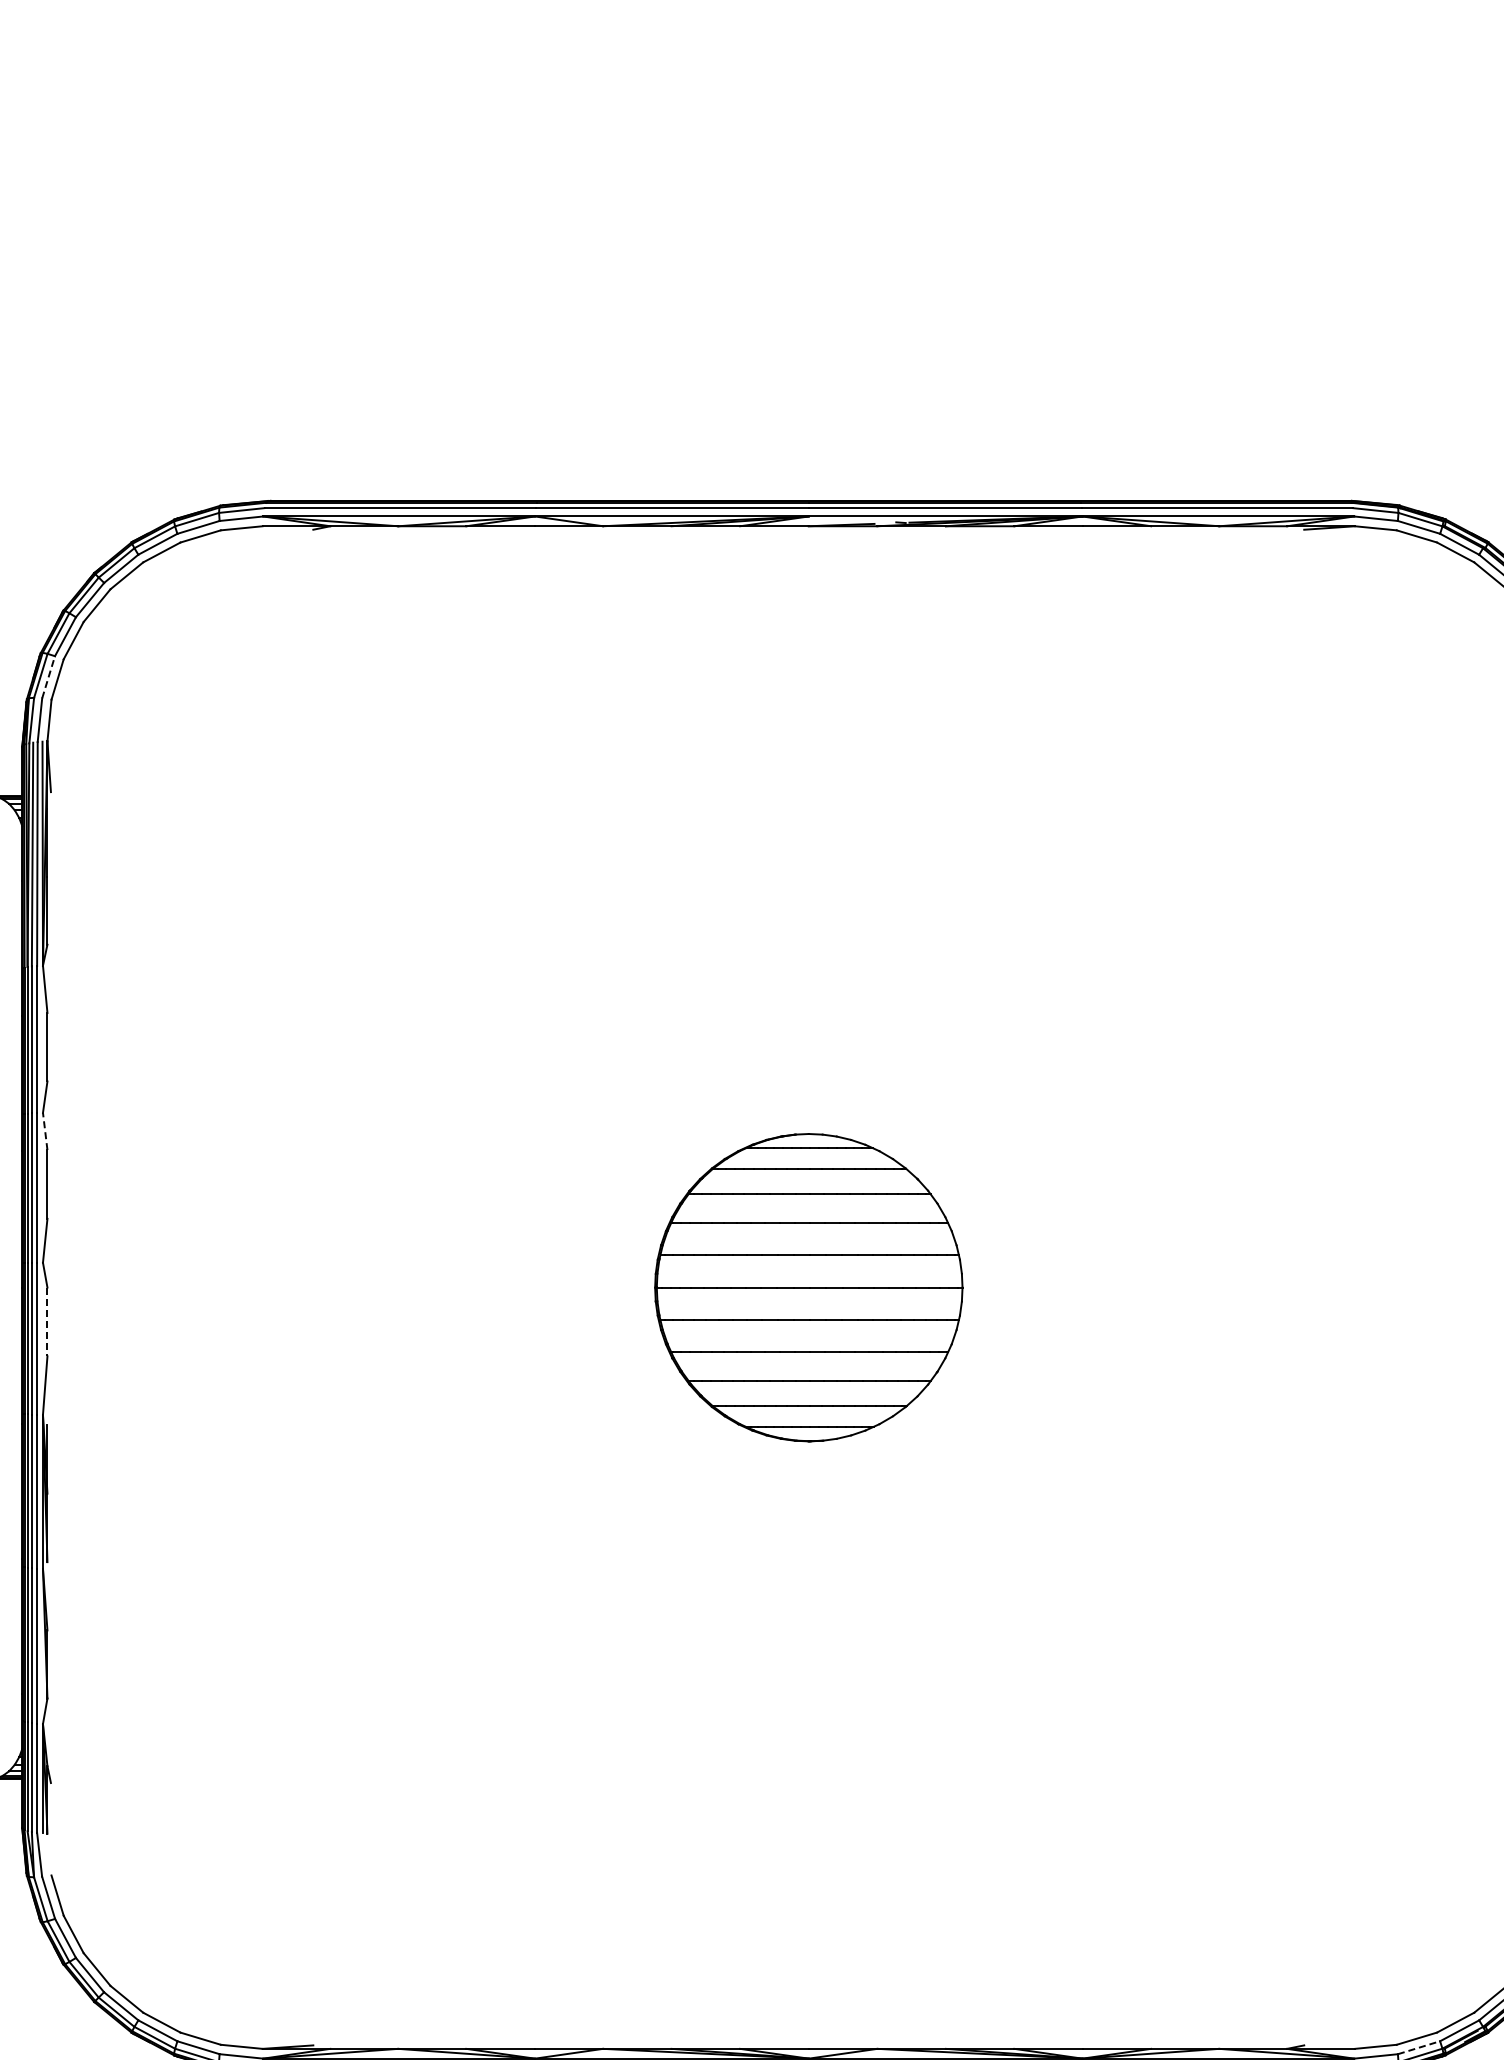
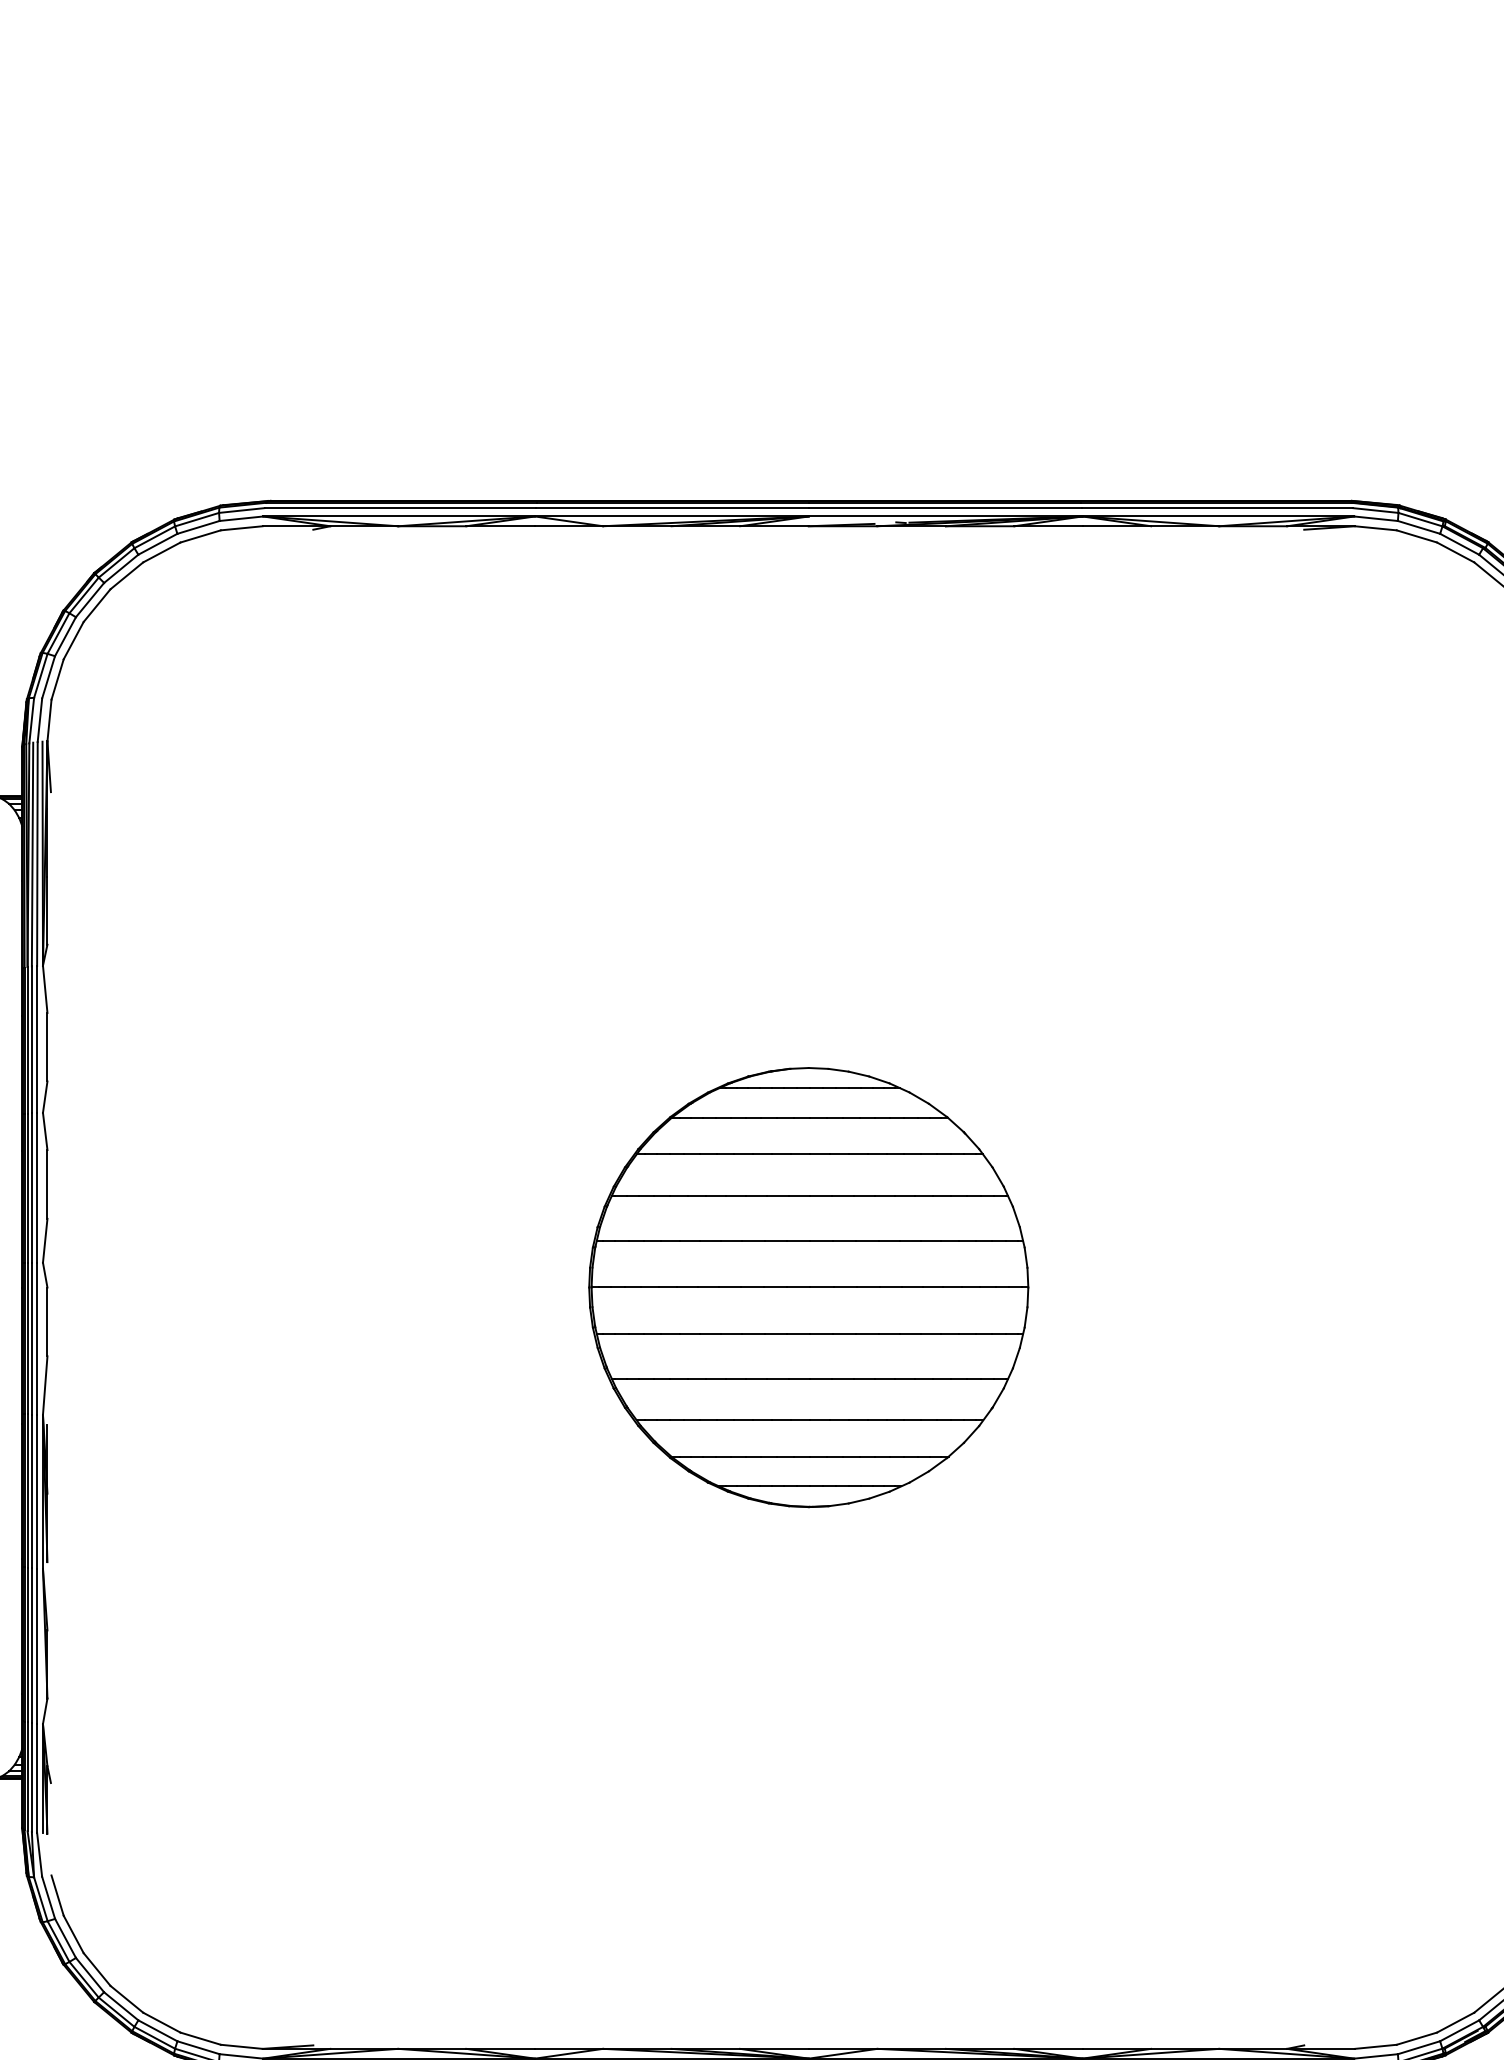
line at (48, 676): dashed -> solid
line at (45, 1131): dashed -> solid
part at (808, 1287) size: 310x310 px -> 442x442 px
line at (47, 1322): dashed -> solid
line at (1419, 2047): dashed -> solid
